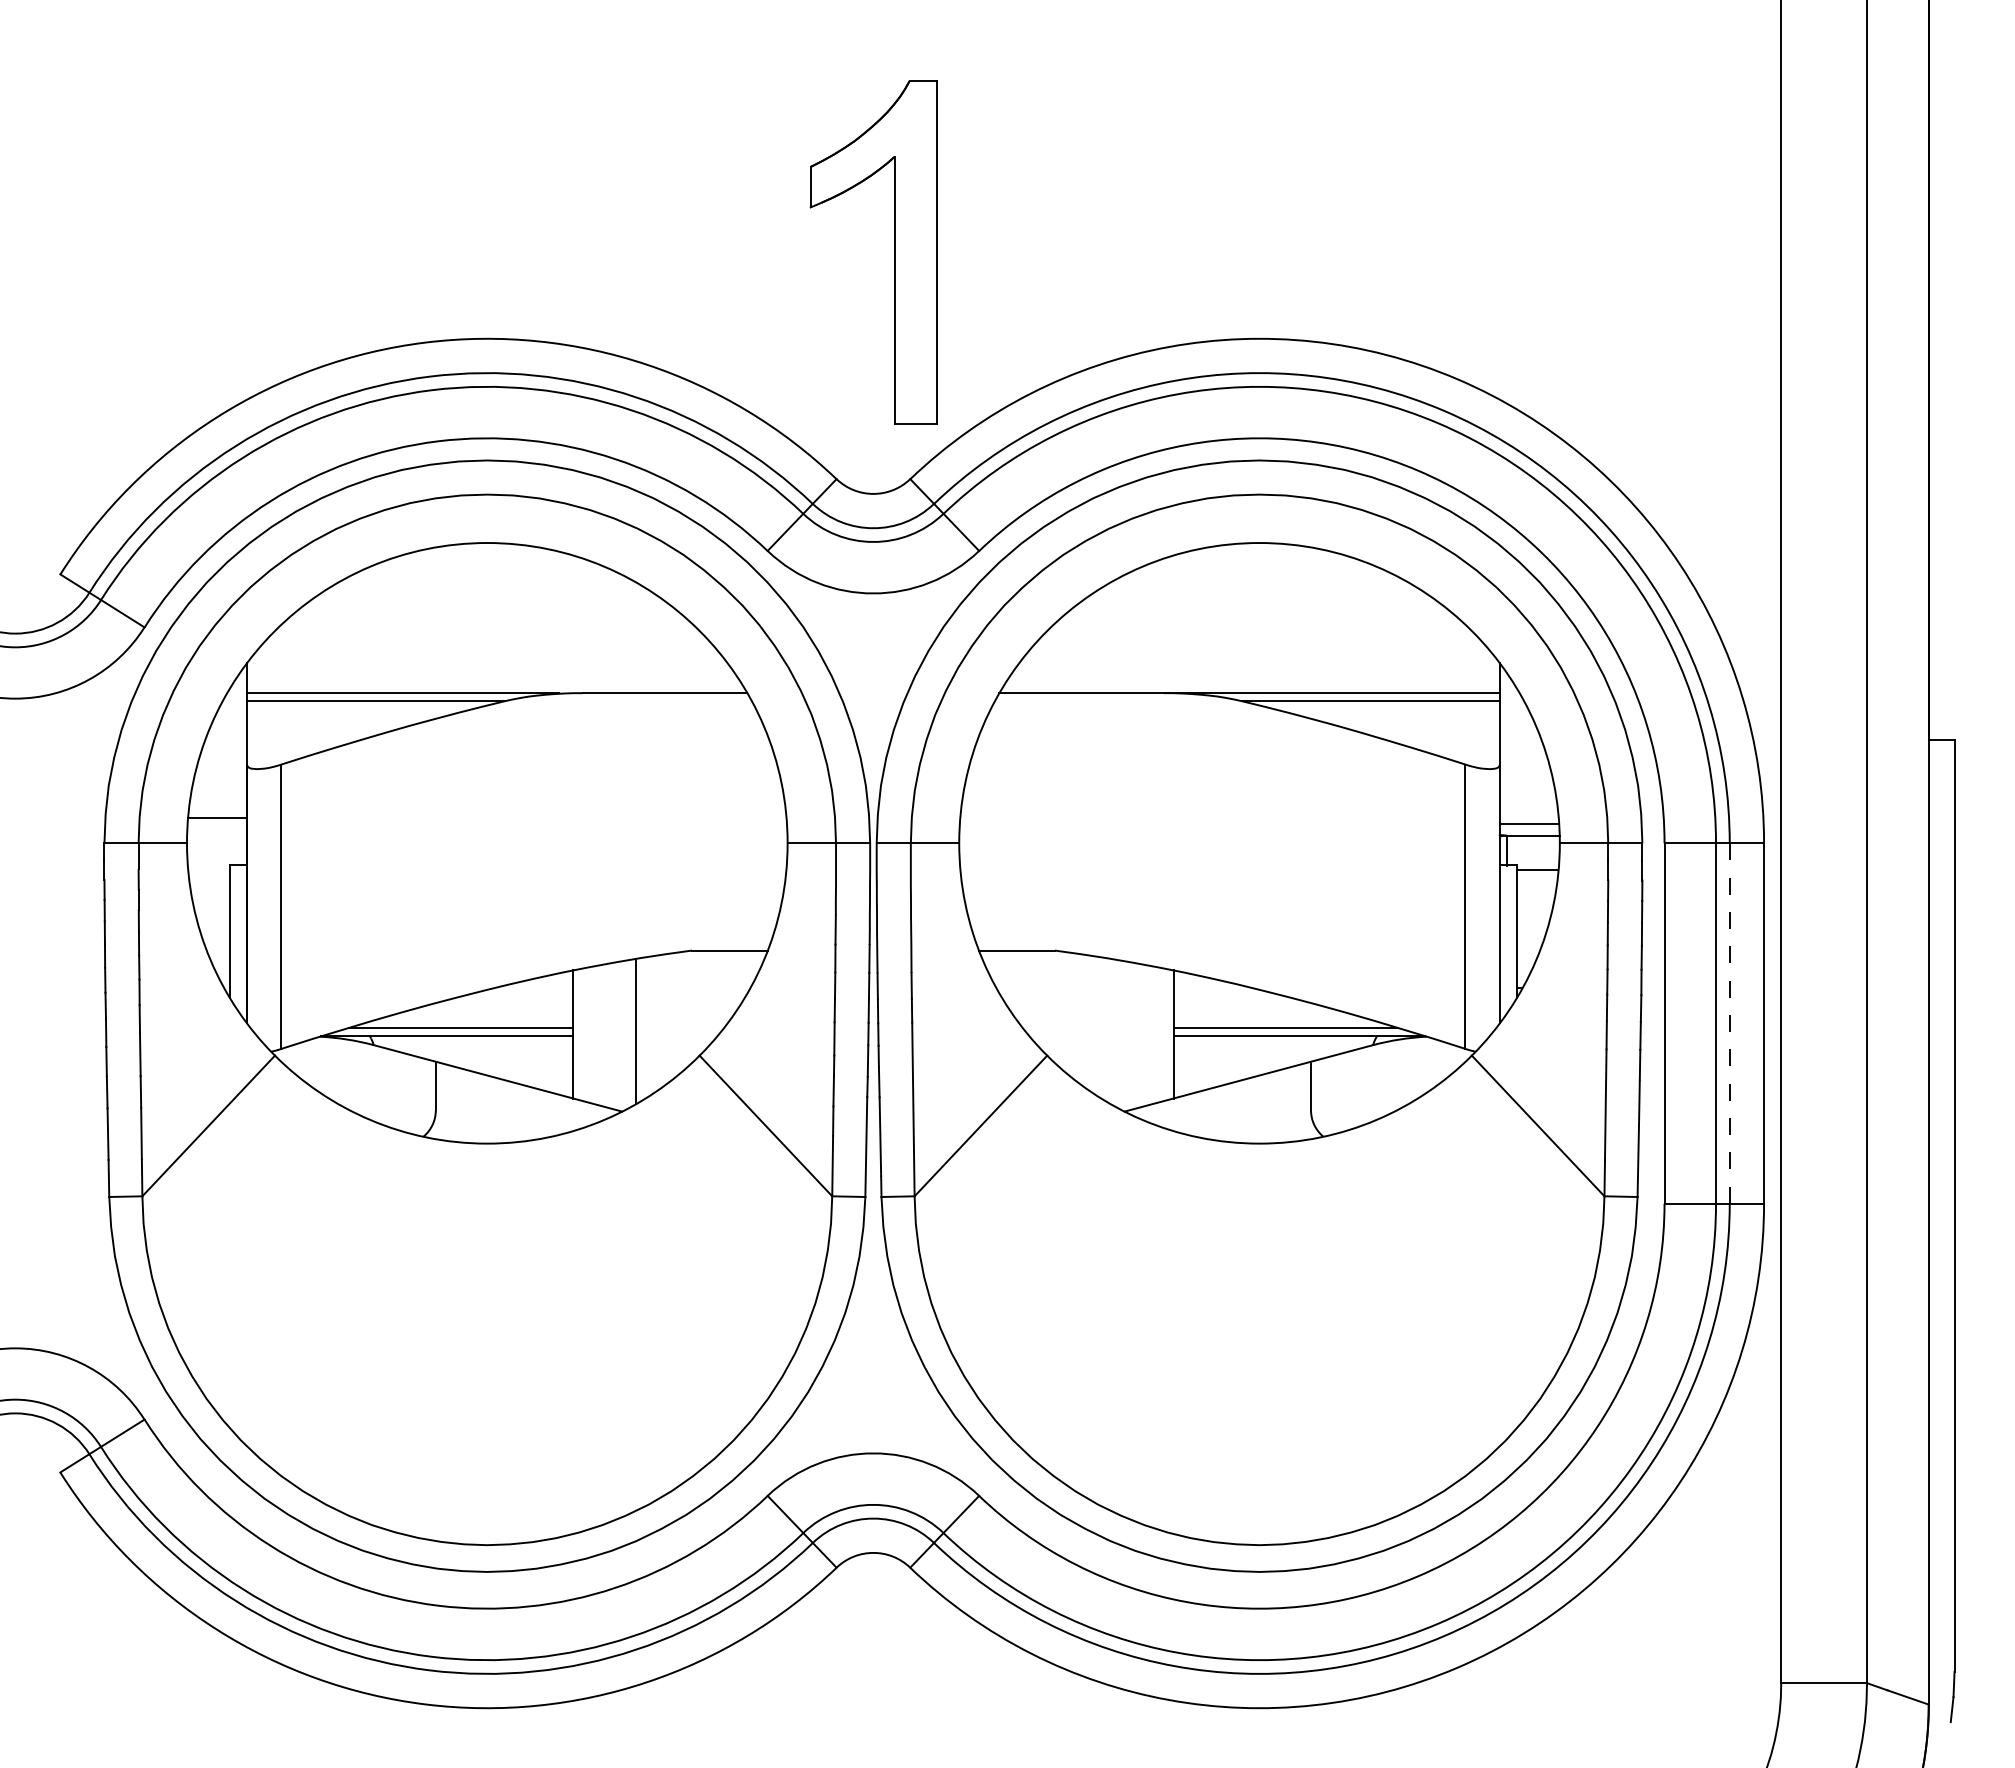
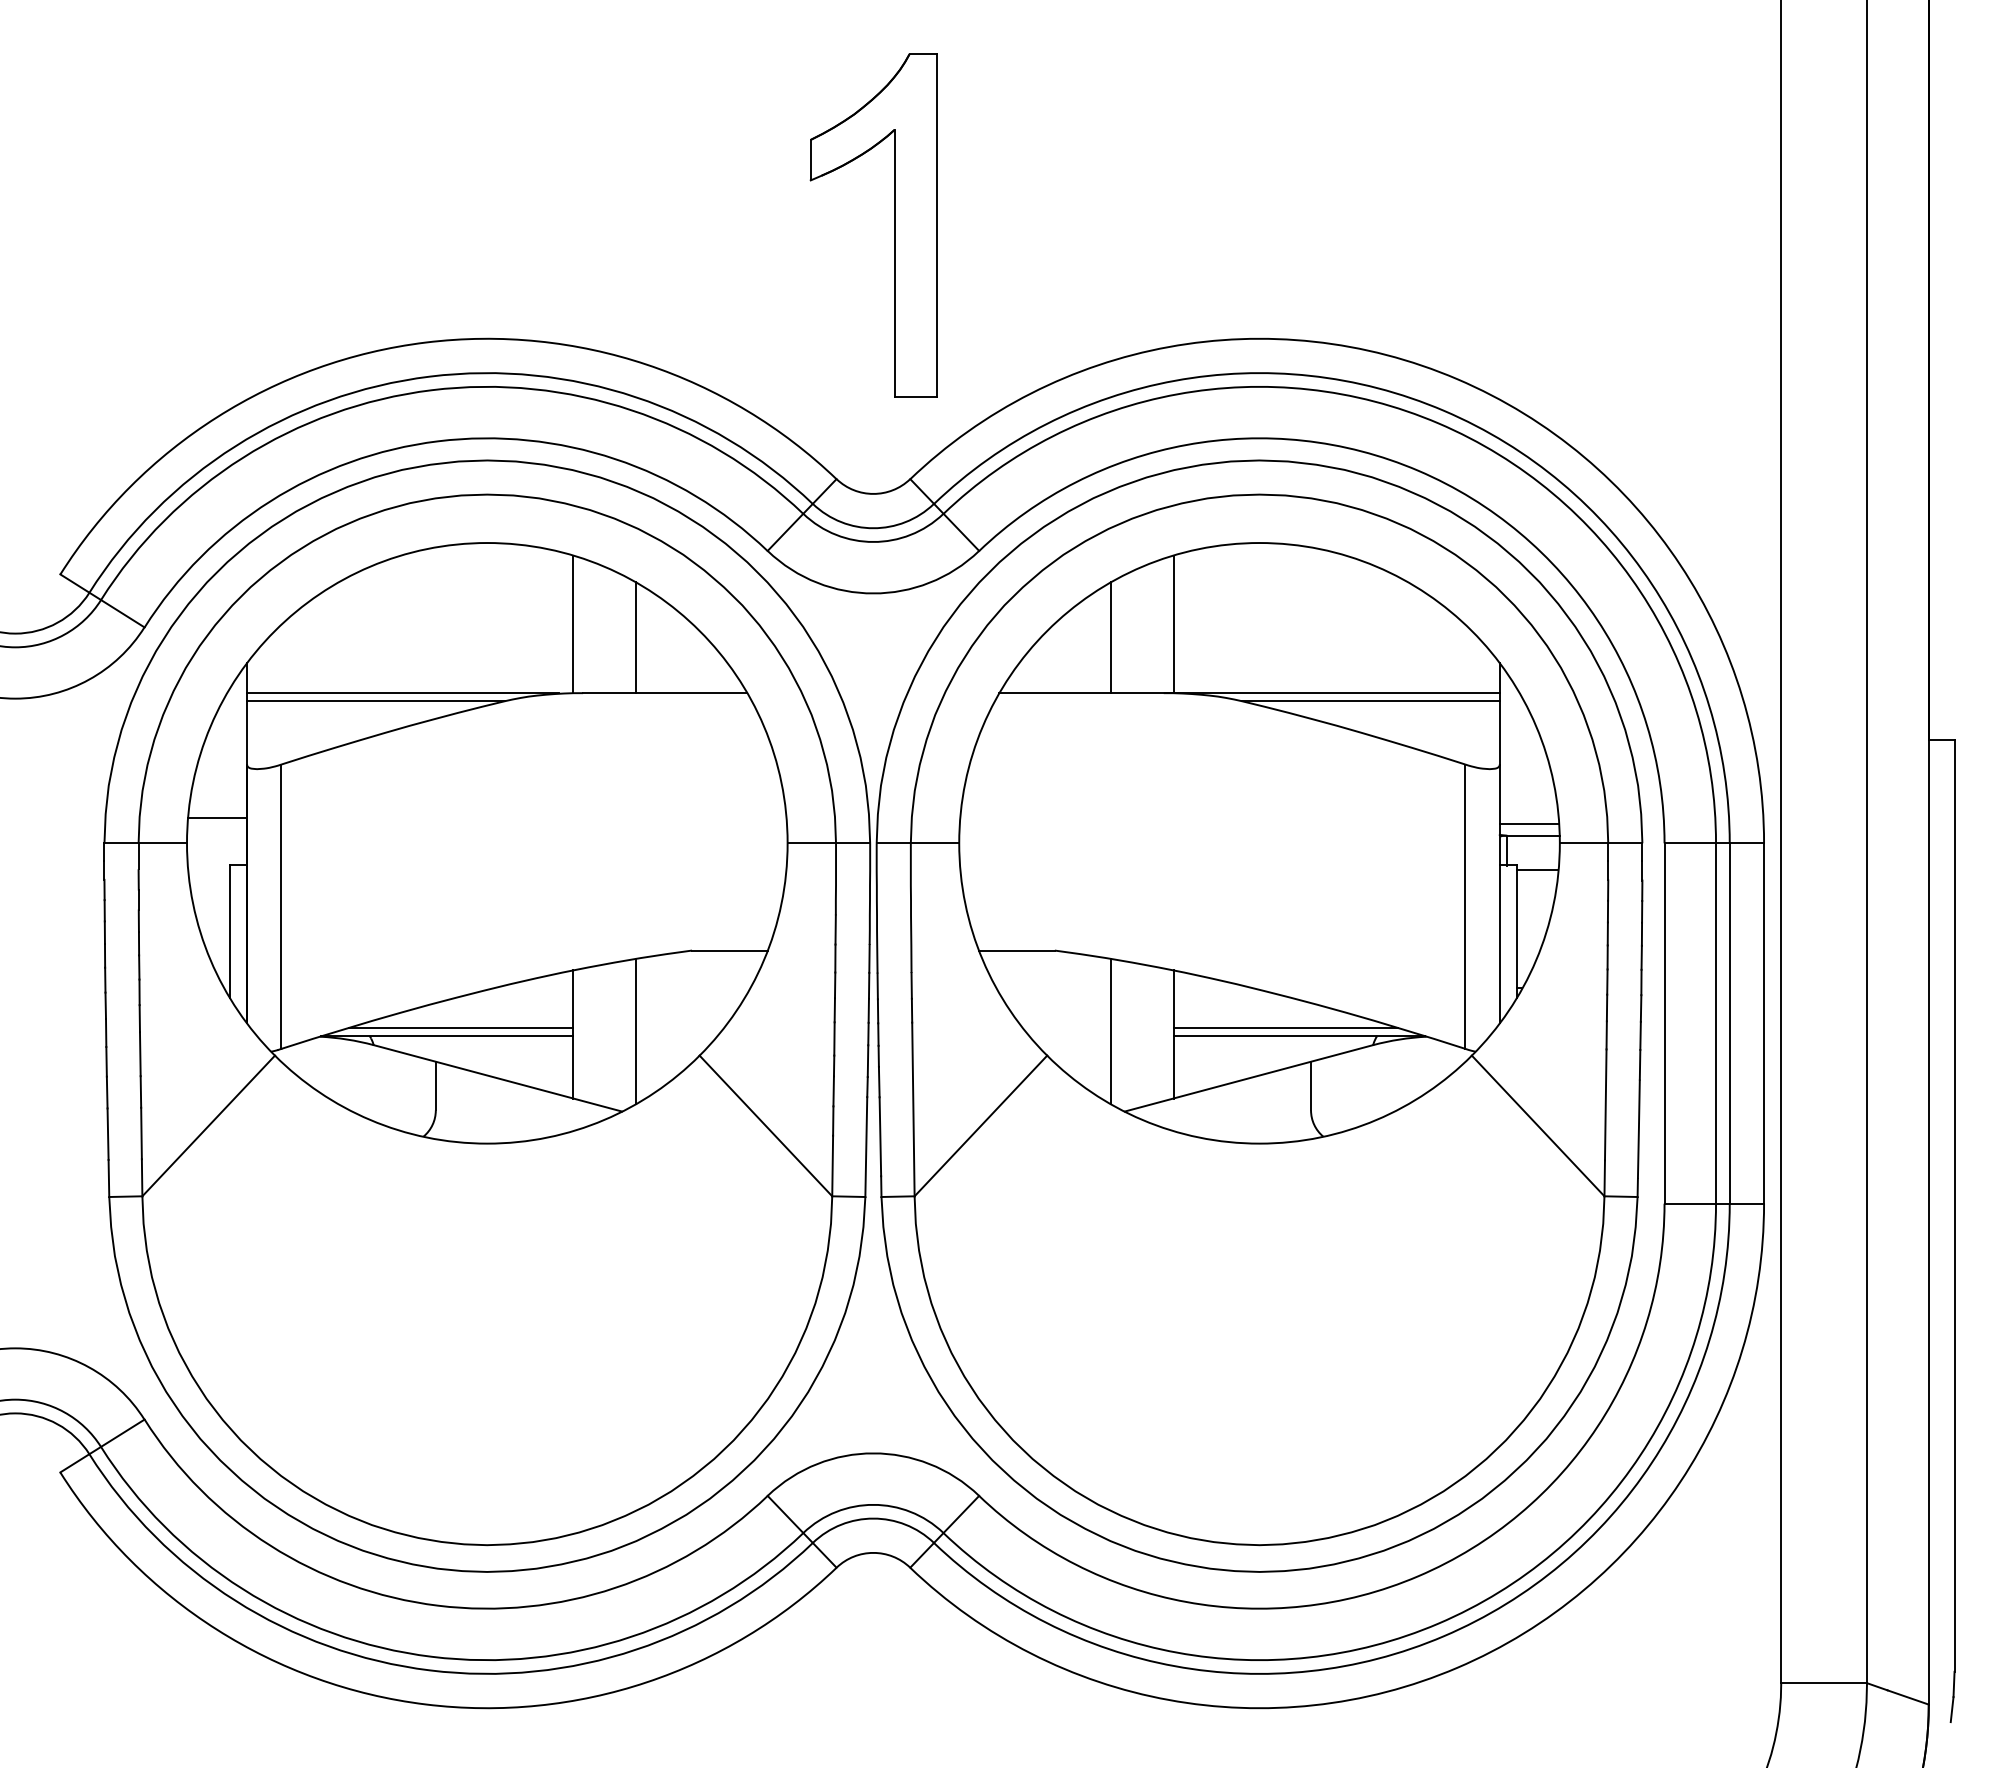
part at (894, 252) position: (894, 252) -> (894, 225)
line at (573, 624): none -> present
line at (1173, 624): none -> present
line at (636, 637): none -> present
line at (1110, 637): none -> present
line at (1729, 1023): dashed -> solid
line at (1110, 1030): none -> present
